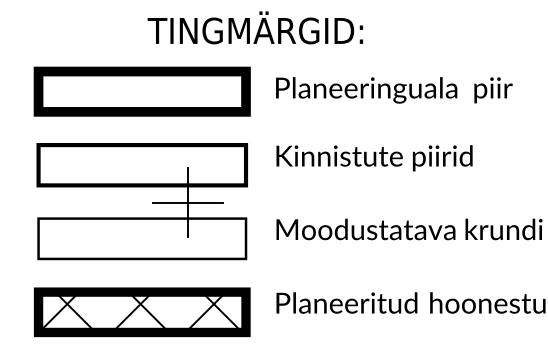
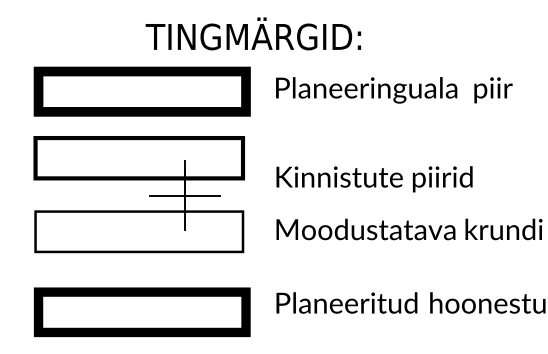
text at (255, 27) position: (255, 27) -> (253, 33)
text at (374, 158) position: (374, 158) -> (374, 179)
part at (152, 202) position: (152, 202) -> (149, 195)
hatch at (140, 312): present -> none
